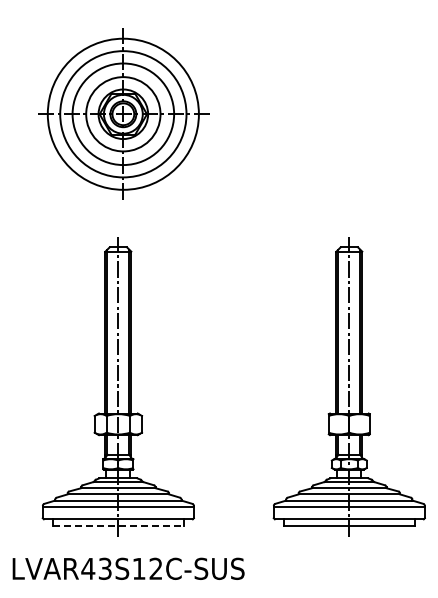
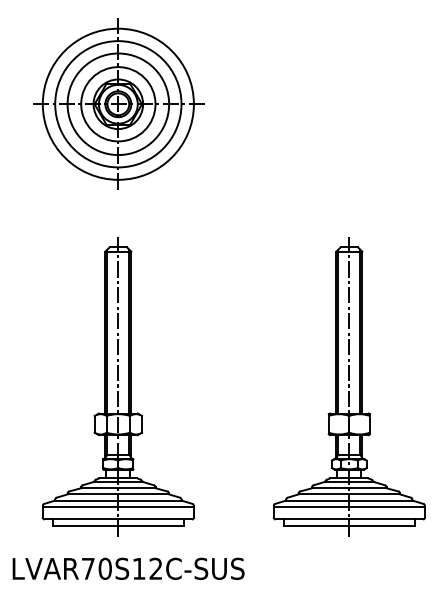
part at (123, 113) position: (123, 113) -> (118, 103)
line at (118, 525): dashed -> solid
text at (96, 568): LVAR43S12C-SUS -> LVAR70S12C-SUS
